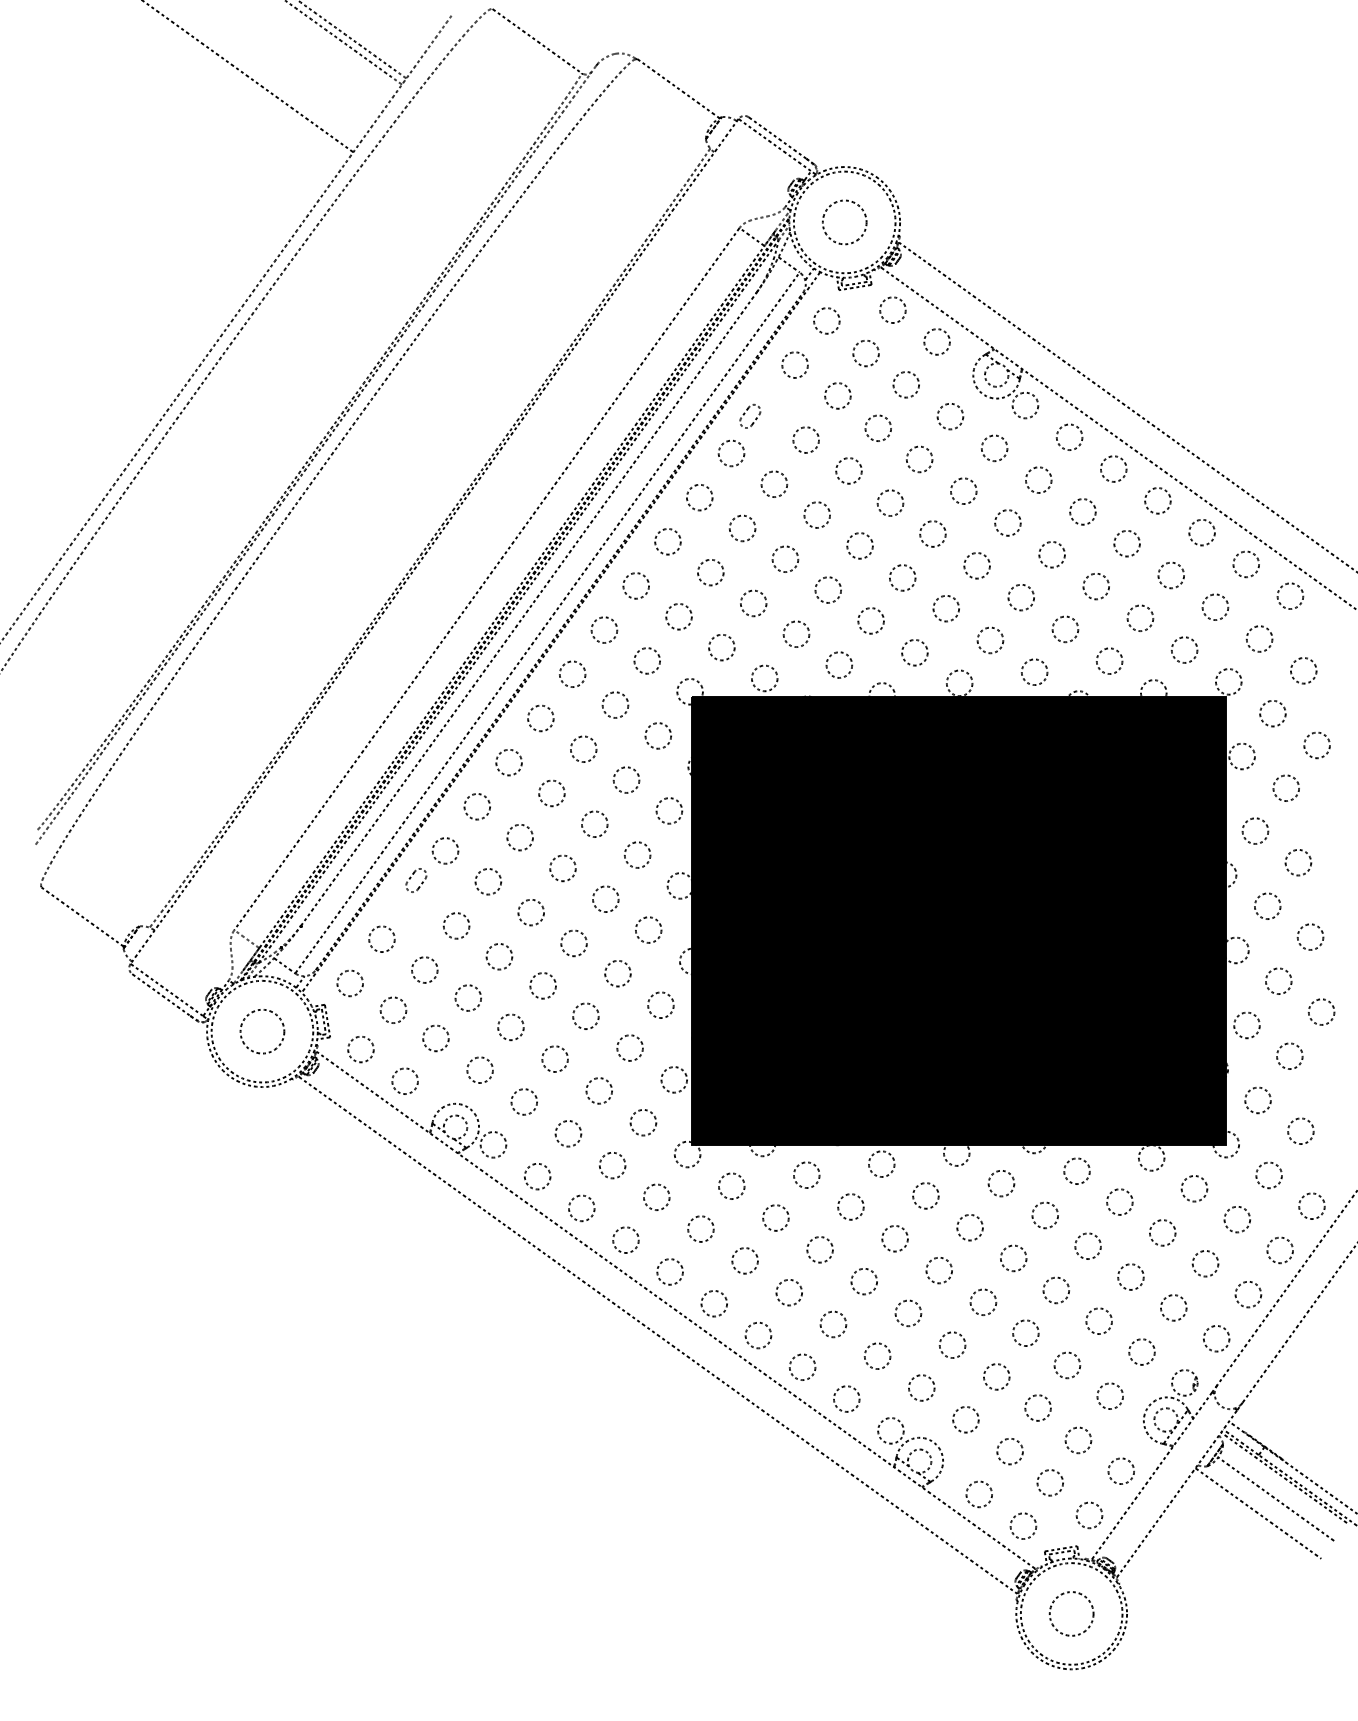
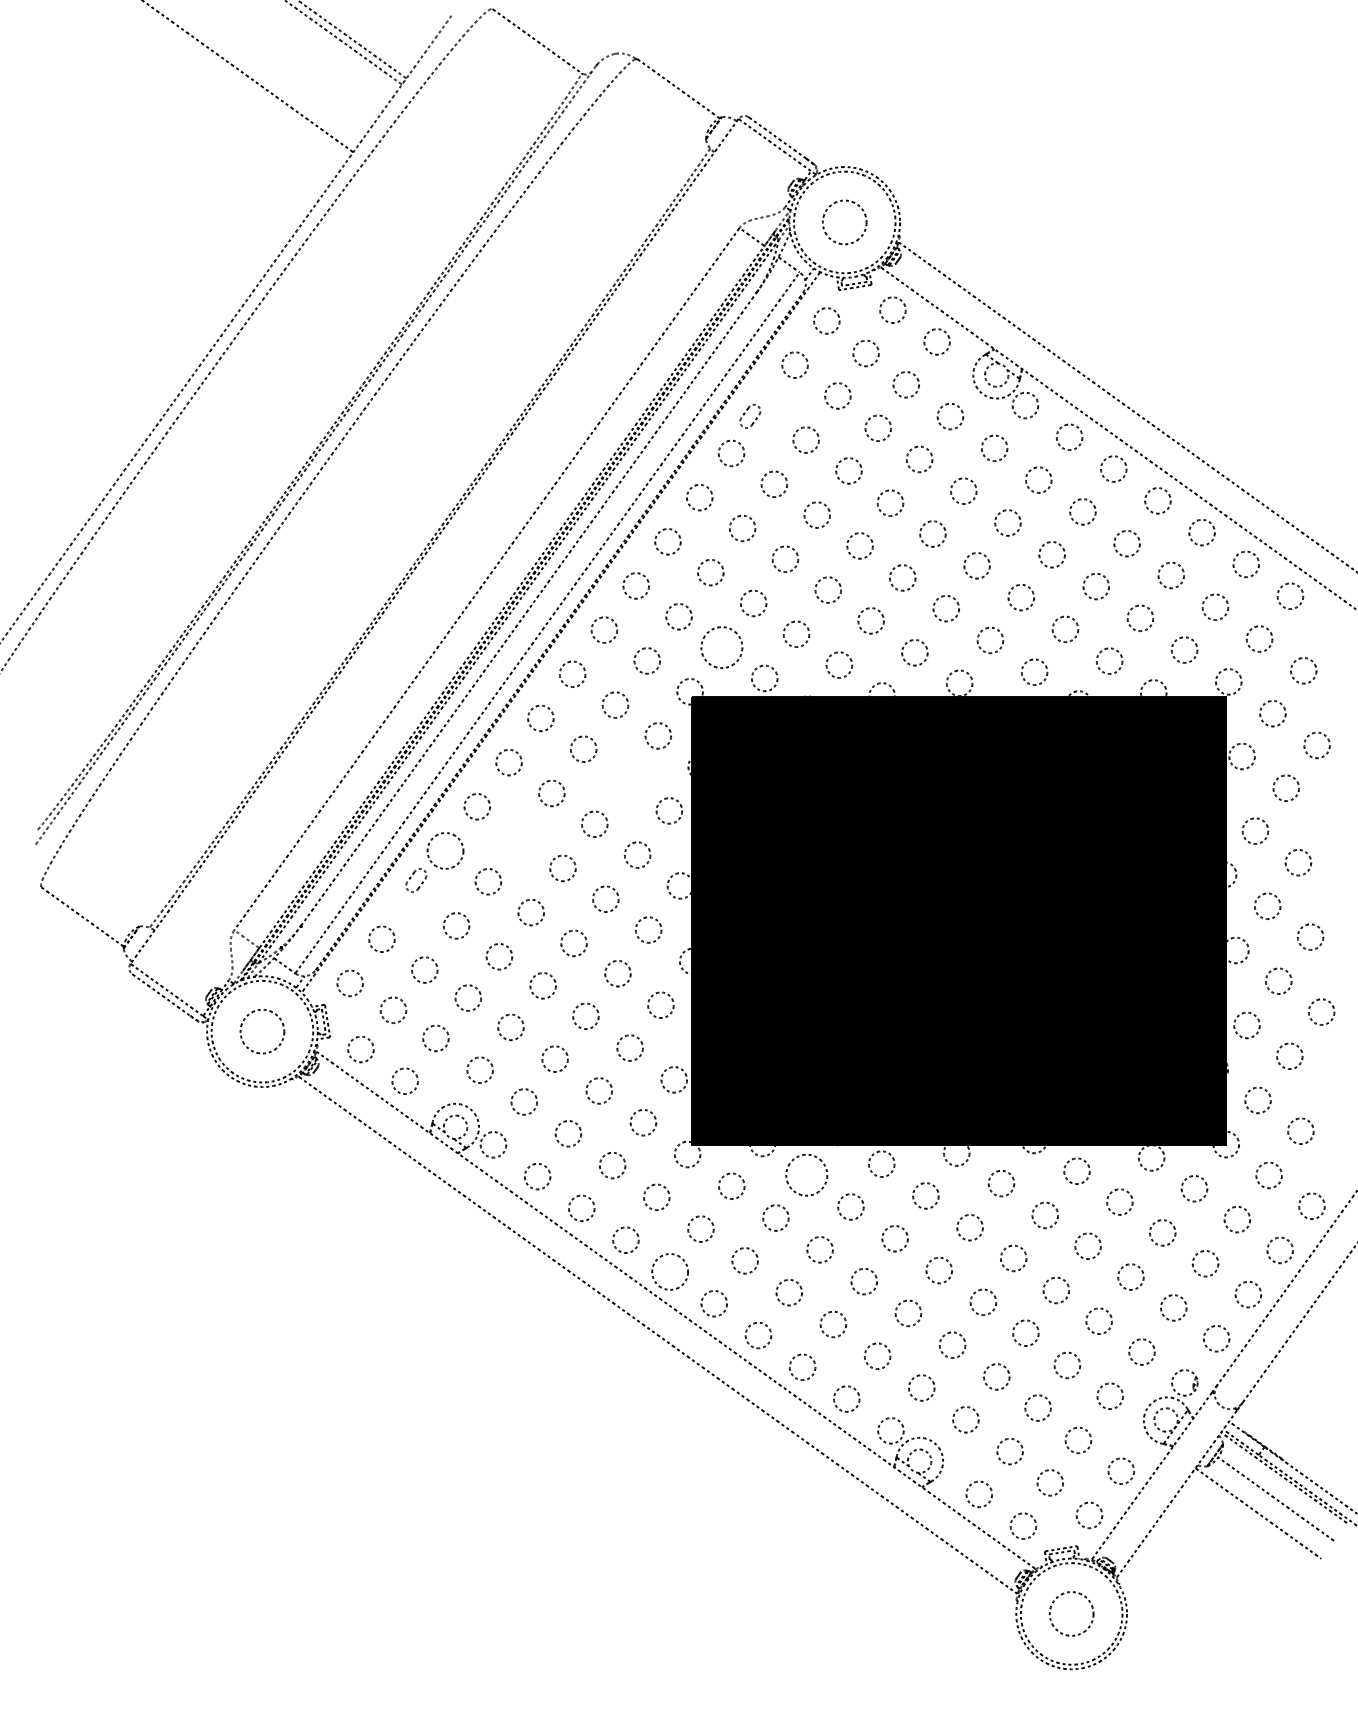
circle at (721, 647) diameter: 26 px -> 41 px
circle at (626, 779): present -> none
circle at (519, 837): present -> none
circle at (445, 850) diameter: 26 px -> 36 px
circle at (806, 1175) diameter: 26 px -> 41 px
circle at (669, 1271) diameter: 26 px -> 36 px
